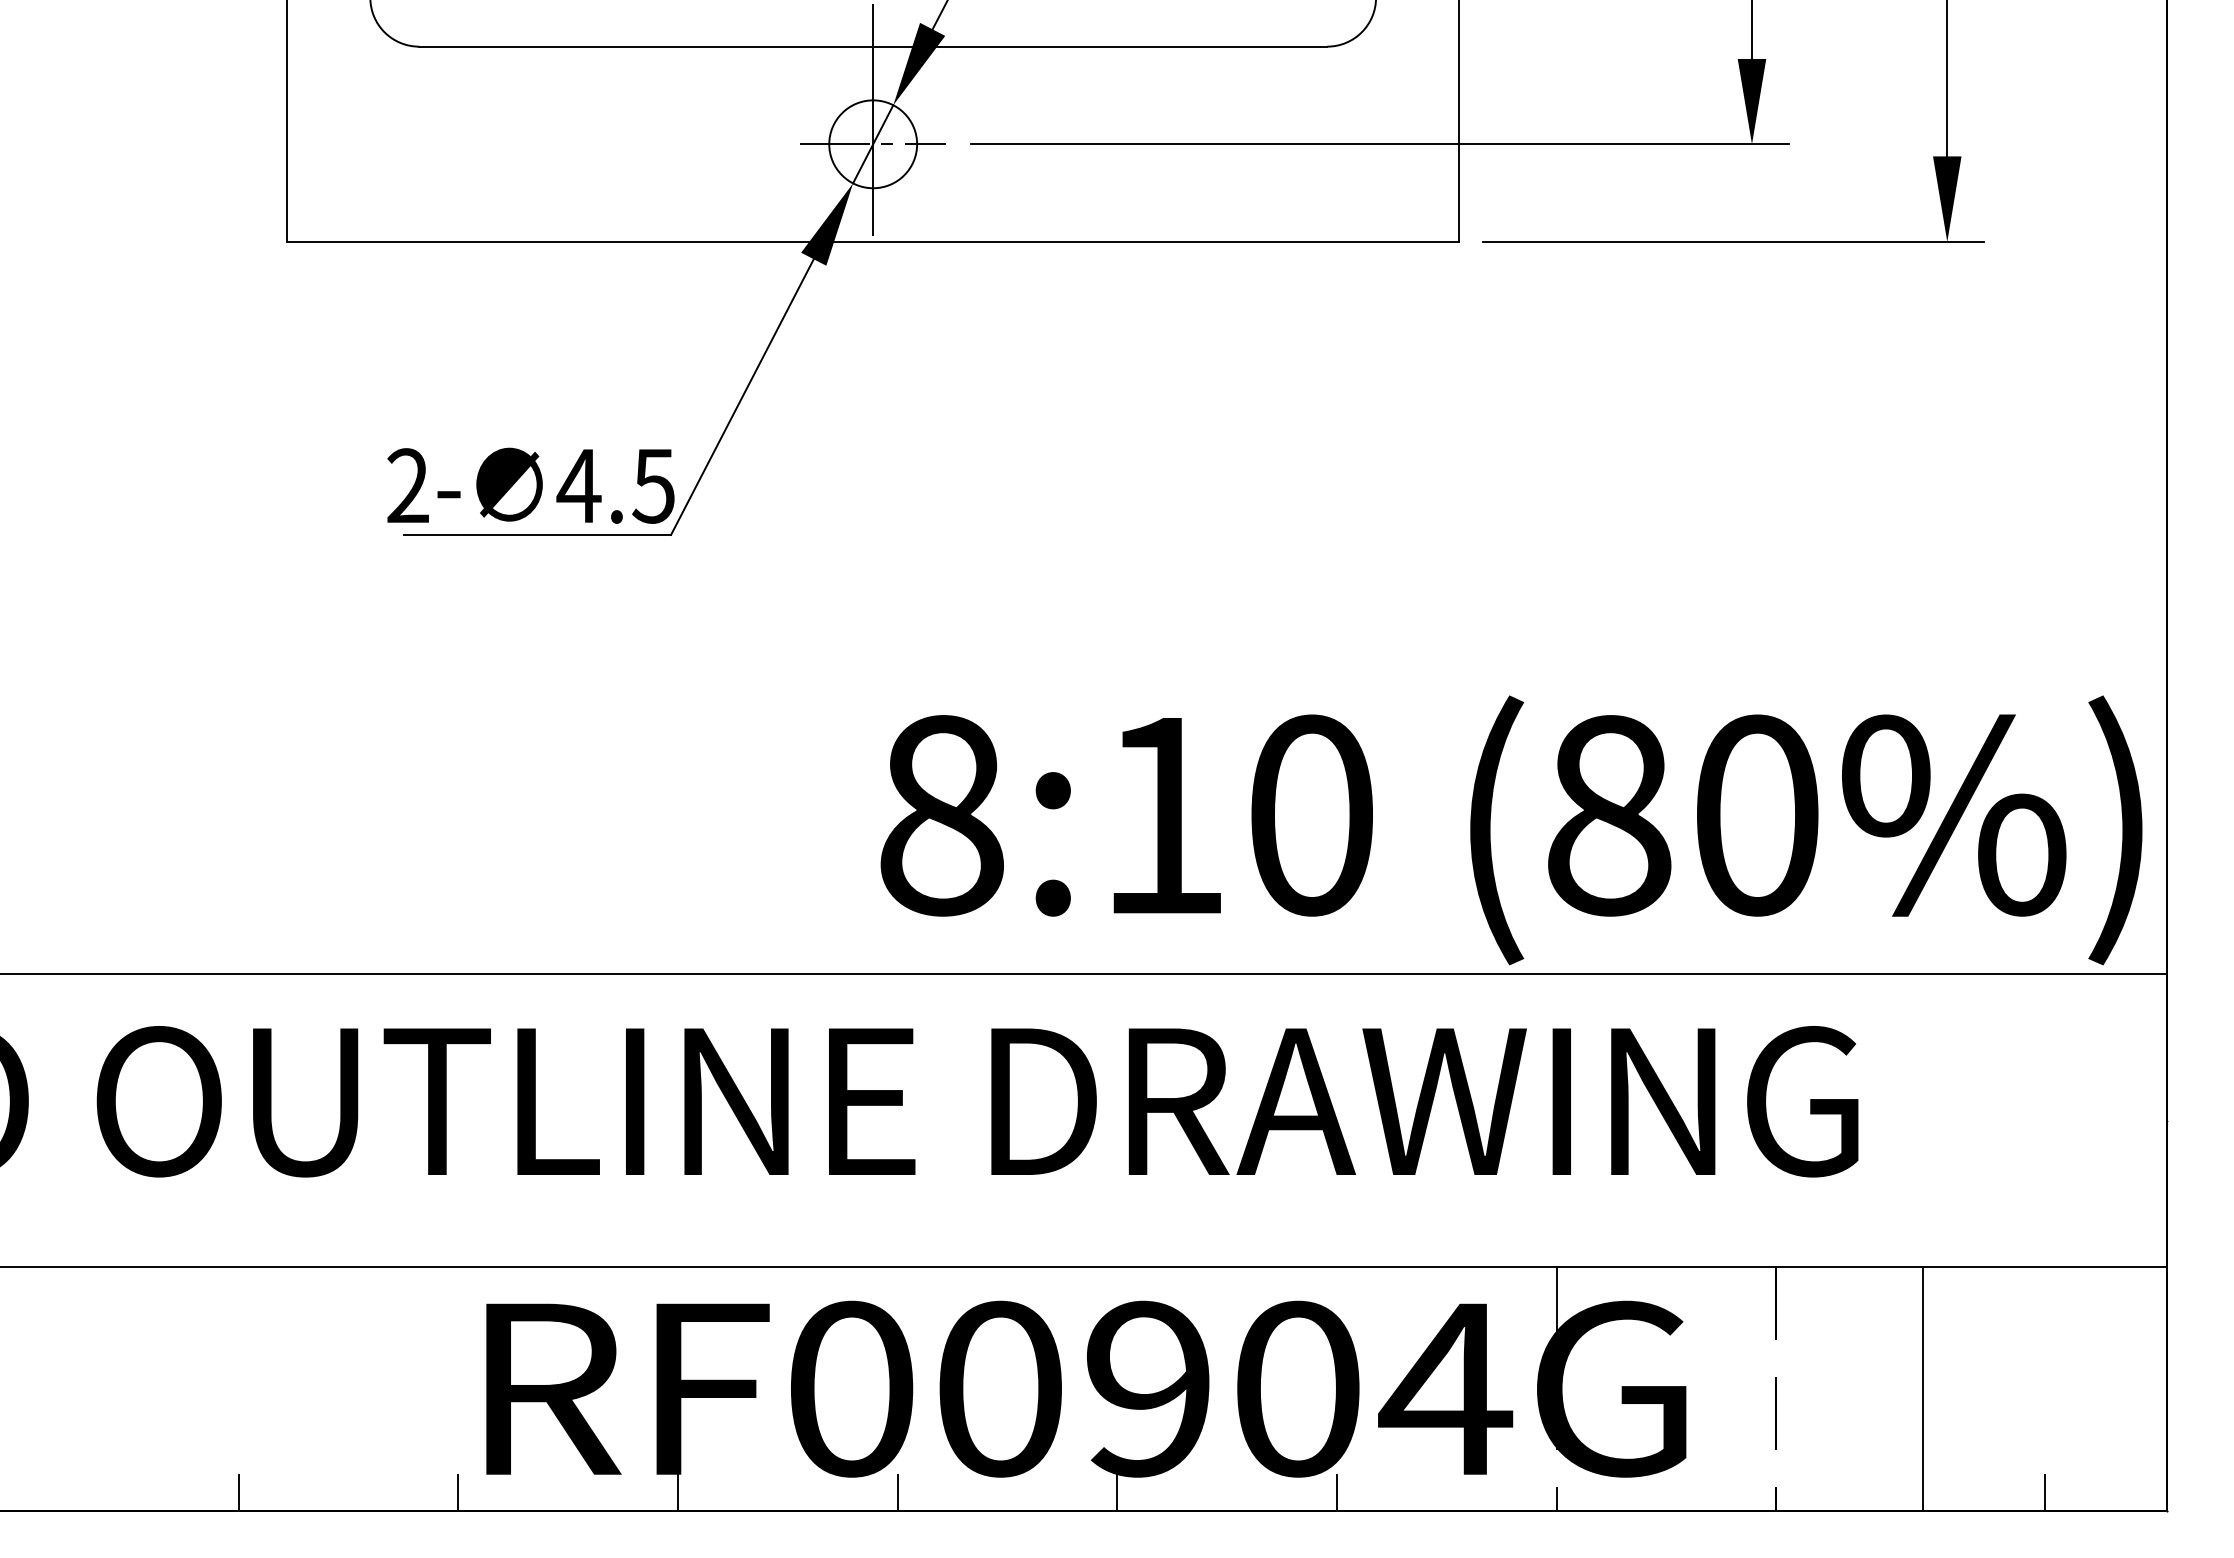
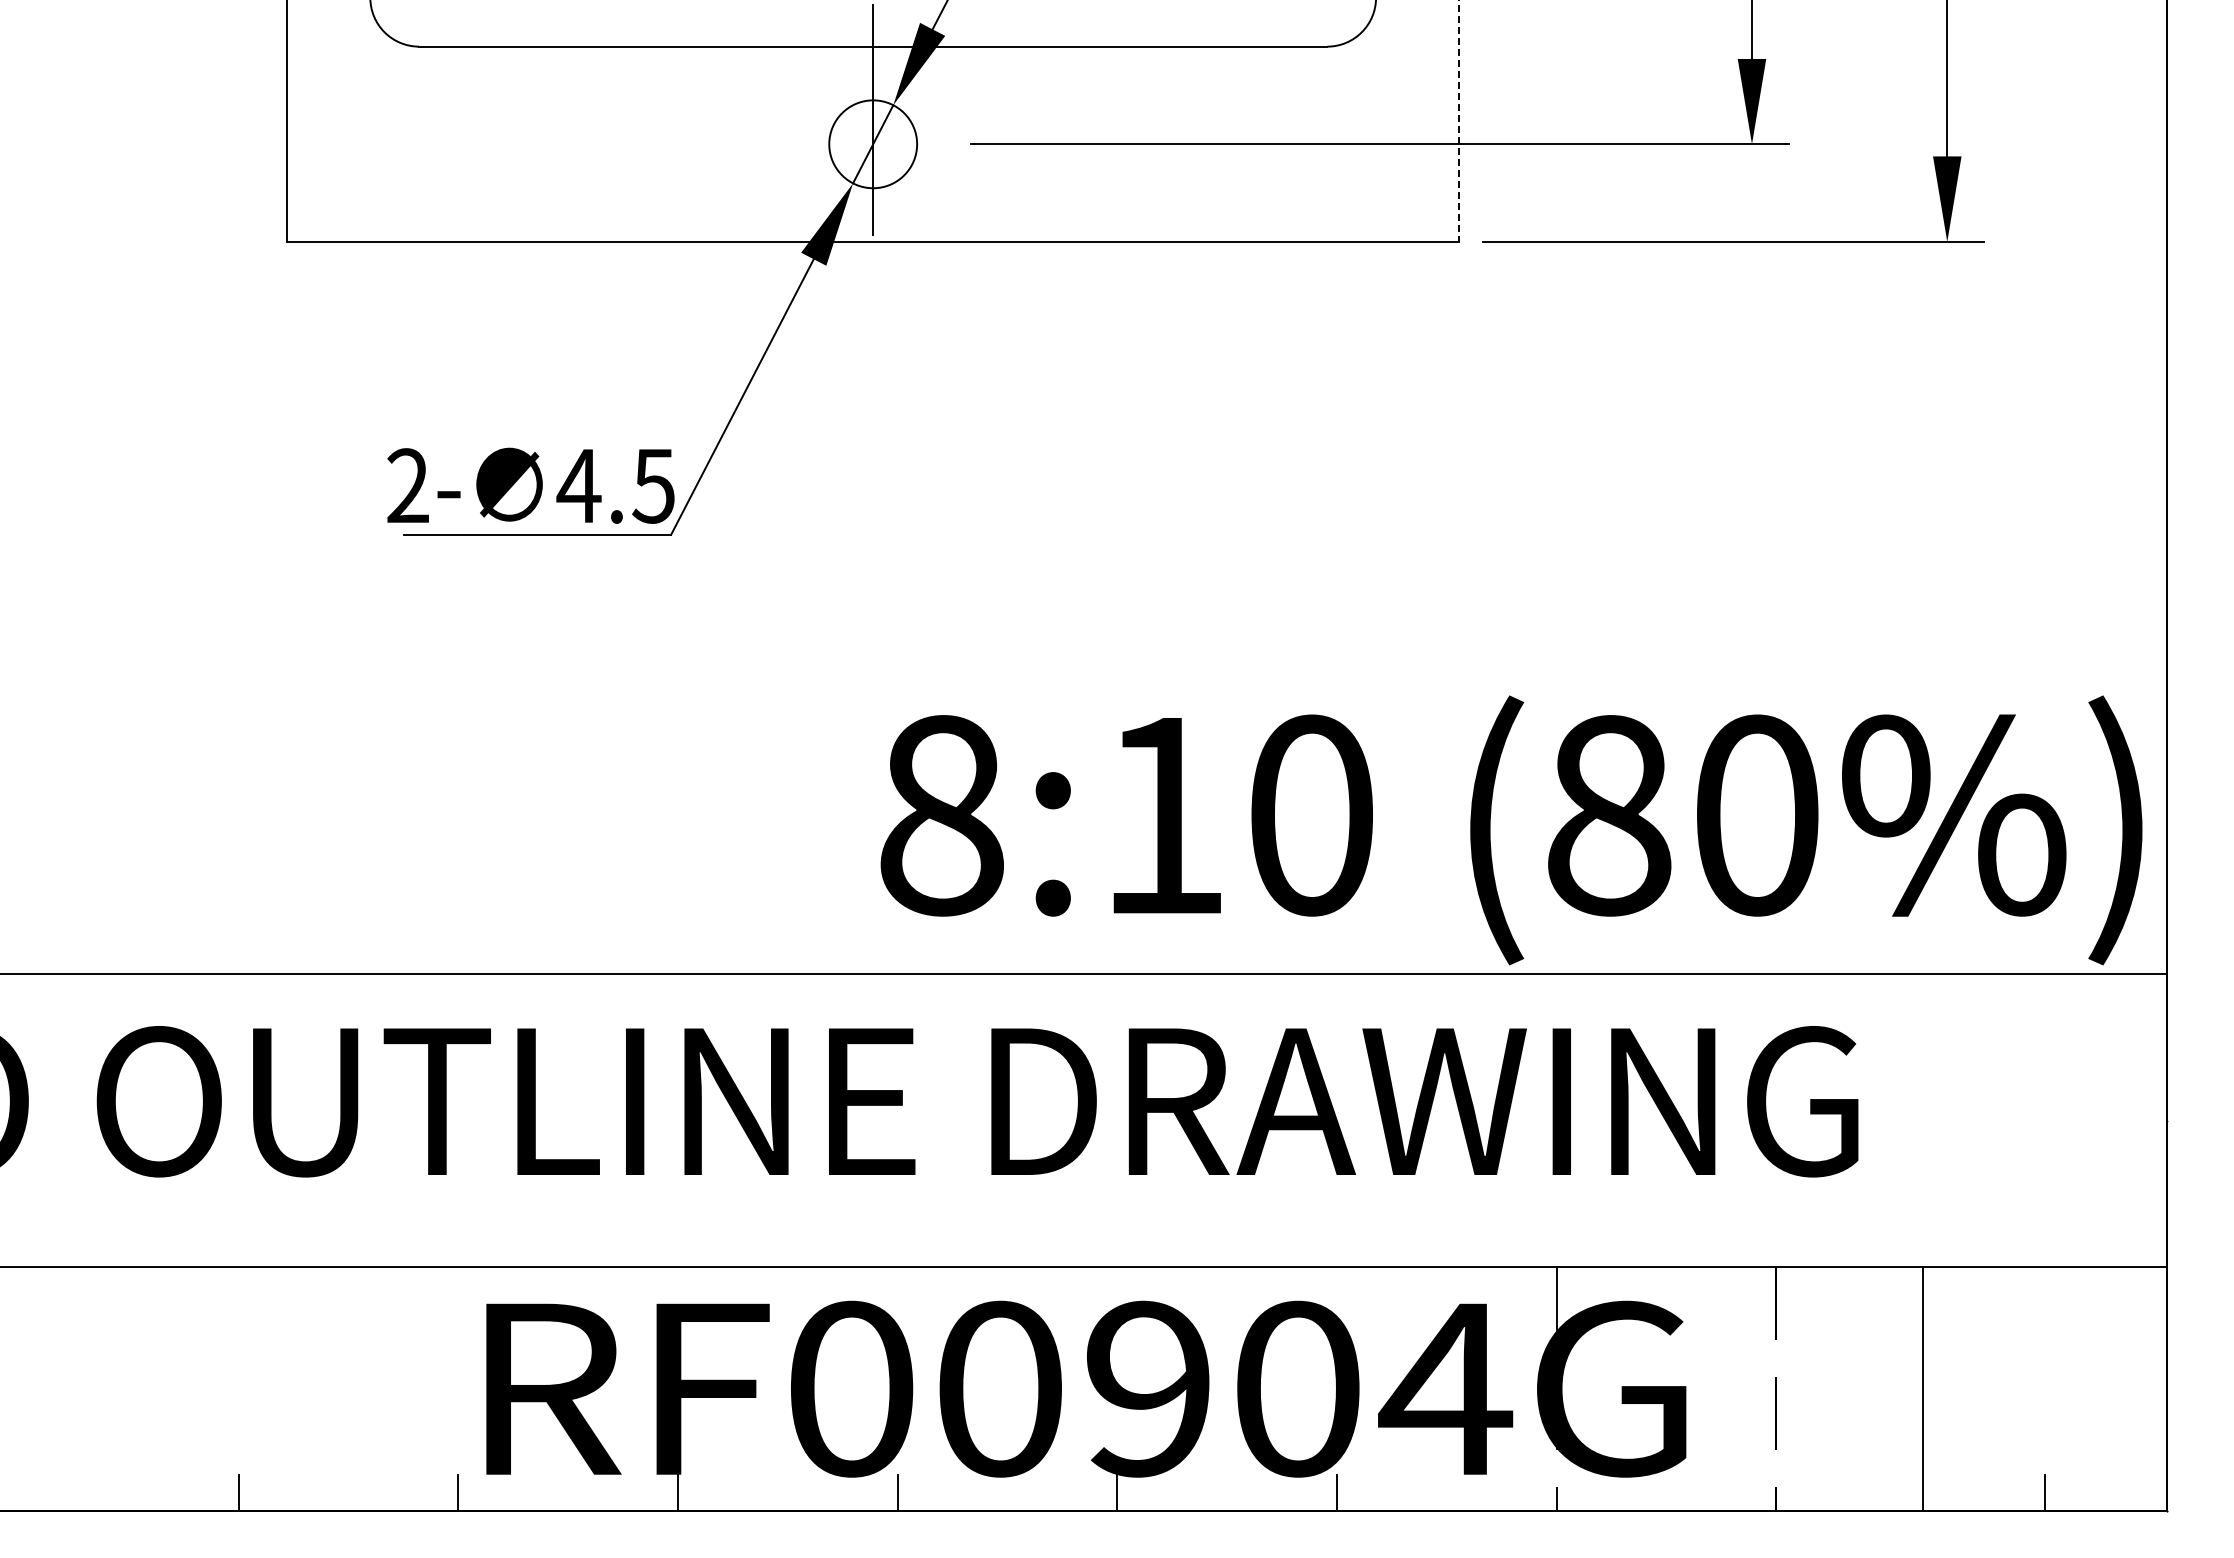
line at (1459, 121): solid -> dashed
line at (872, 144): present -> none
